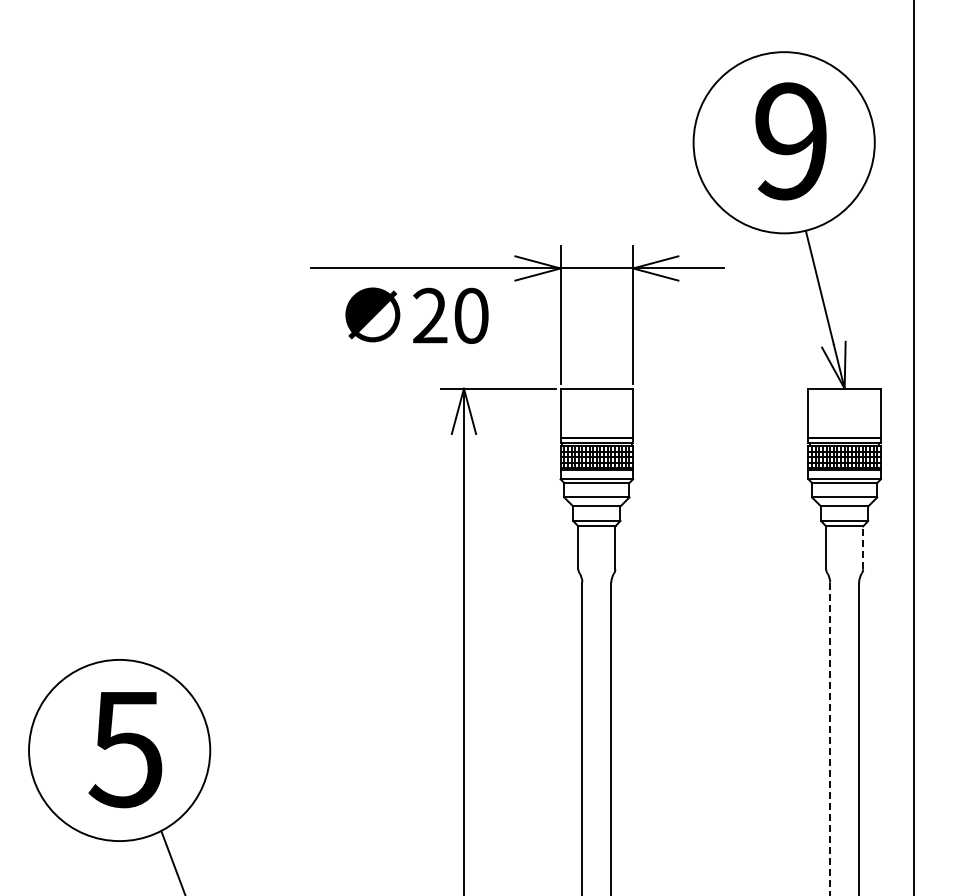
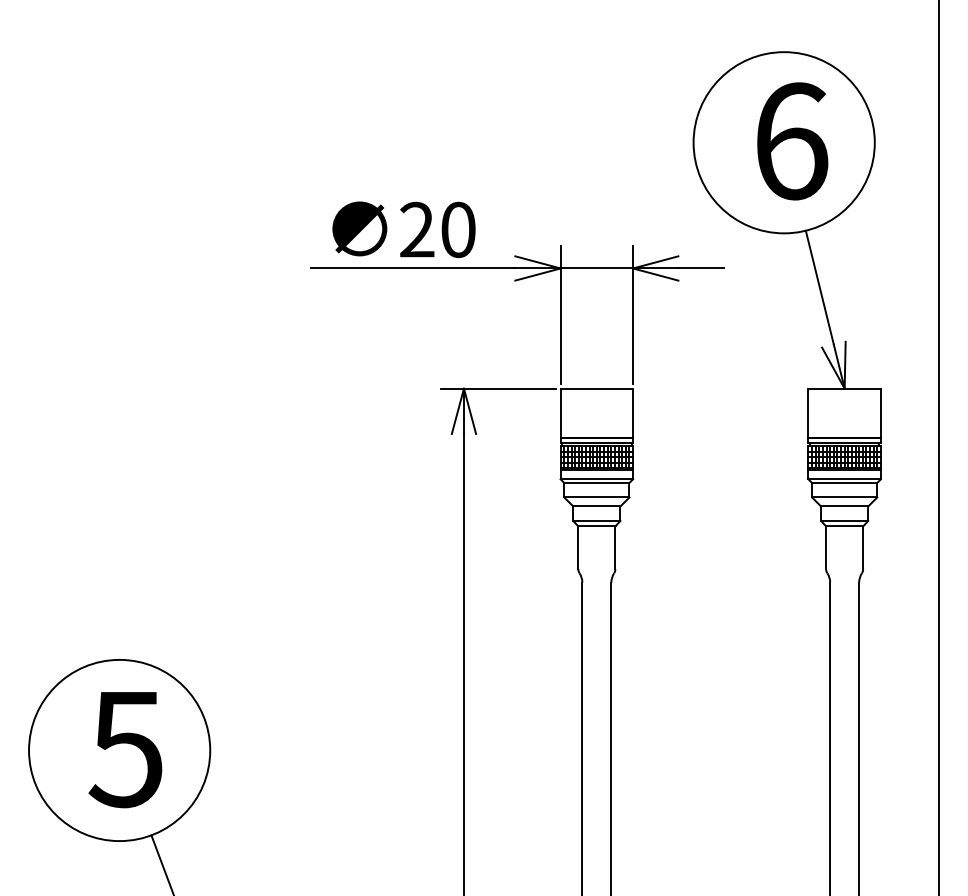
text at (791, 141): 9 -> 6
text at (416, 315) position: (416, 315) -> (403, 229)
line at (913, 447) position: (913, 447) -> (938, 447)
line at (863, 547): dashed -> solid
line at (830, 739): dashed -> solid
line at (172, 861) position: (172, 861) -> (161, 863)
